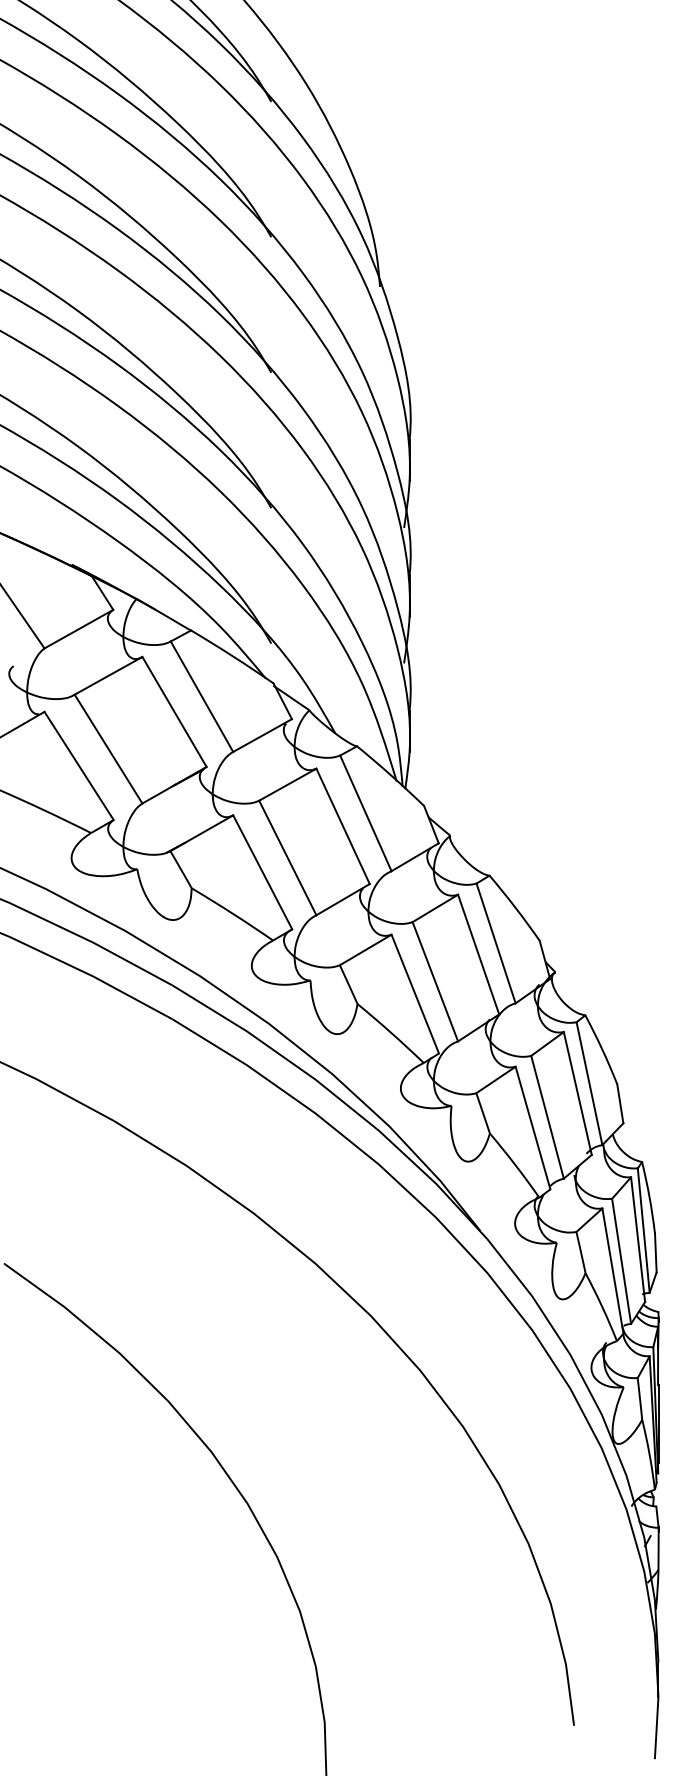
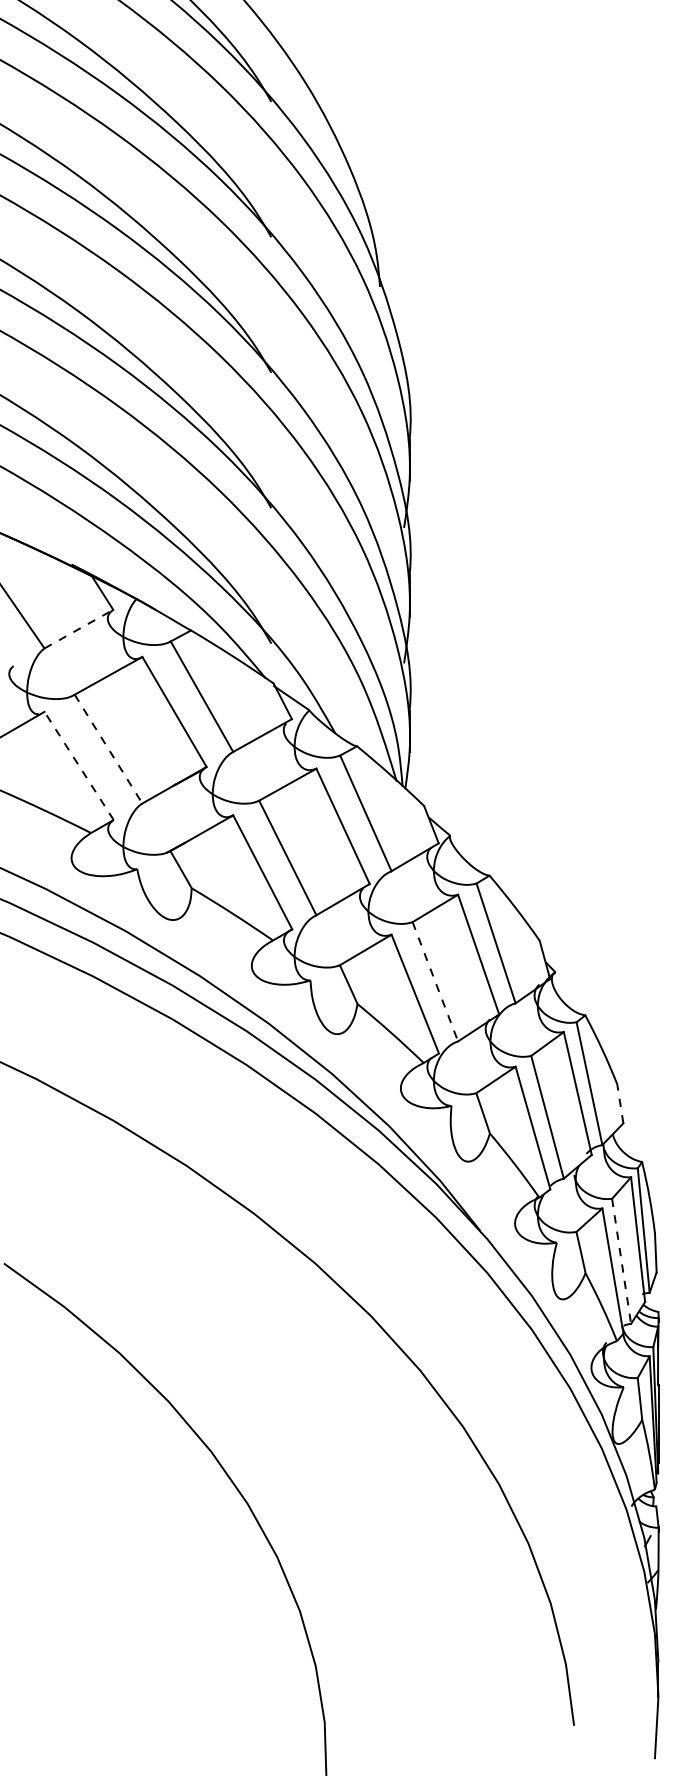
line at (79, 628): solid -> dashed
line at (108, 749): solid -> dashed
line at (78, 765): solid -> dashed
line at (435, 981): solid -> dashed
line at (620, 1103): solid -> dashed
line at (621, 1261): solid -> dashed
